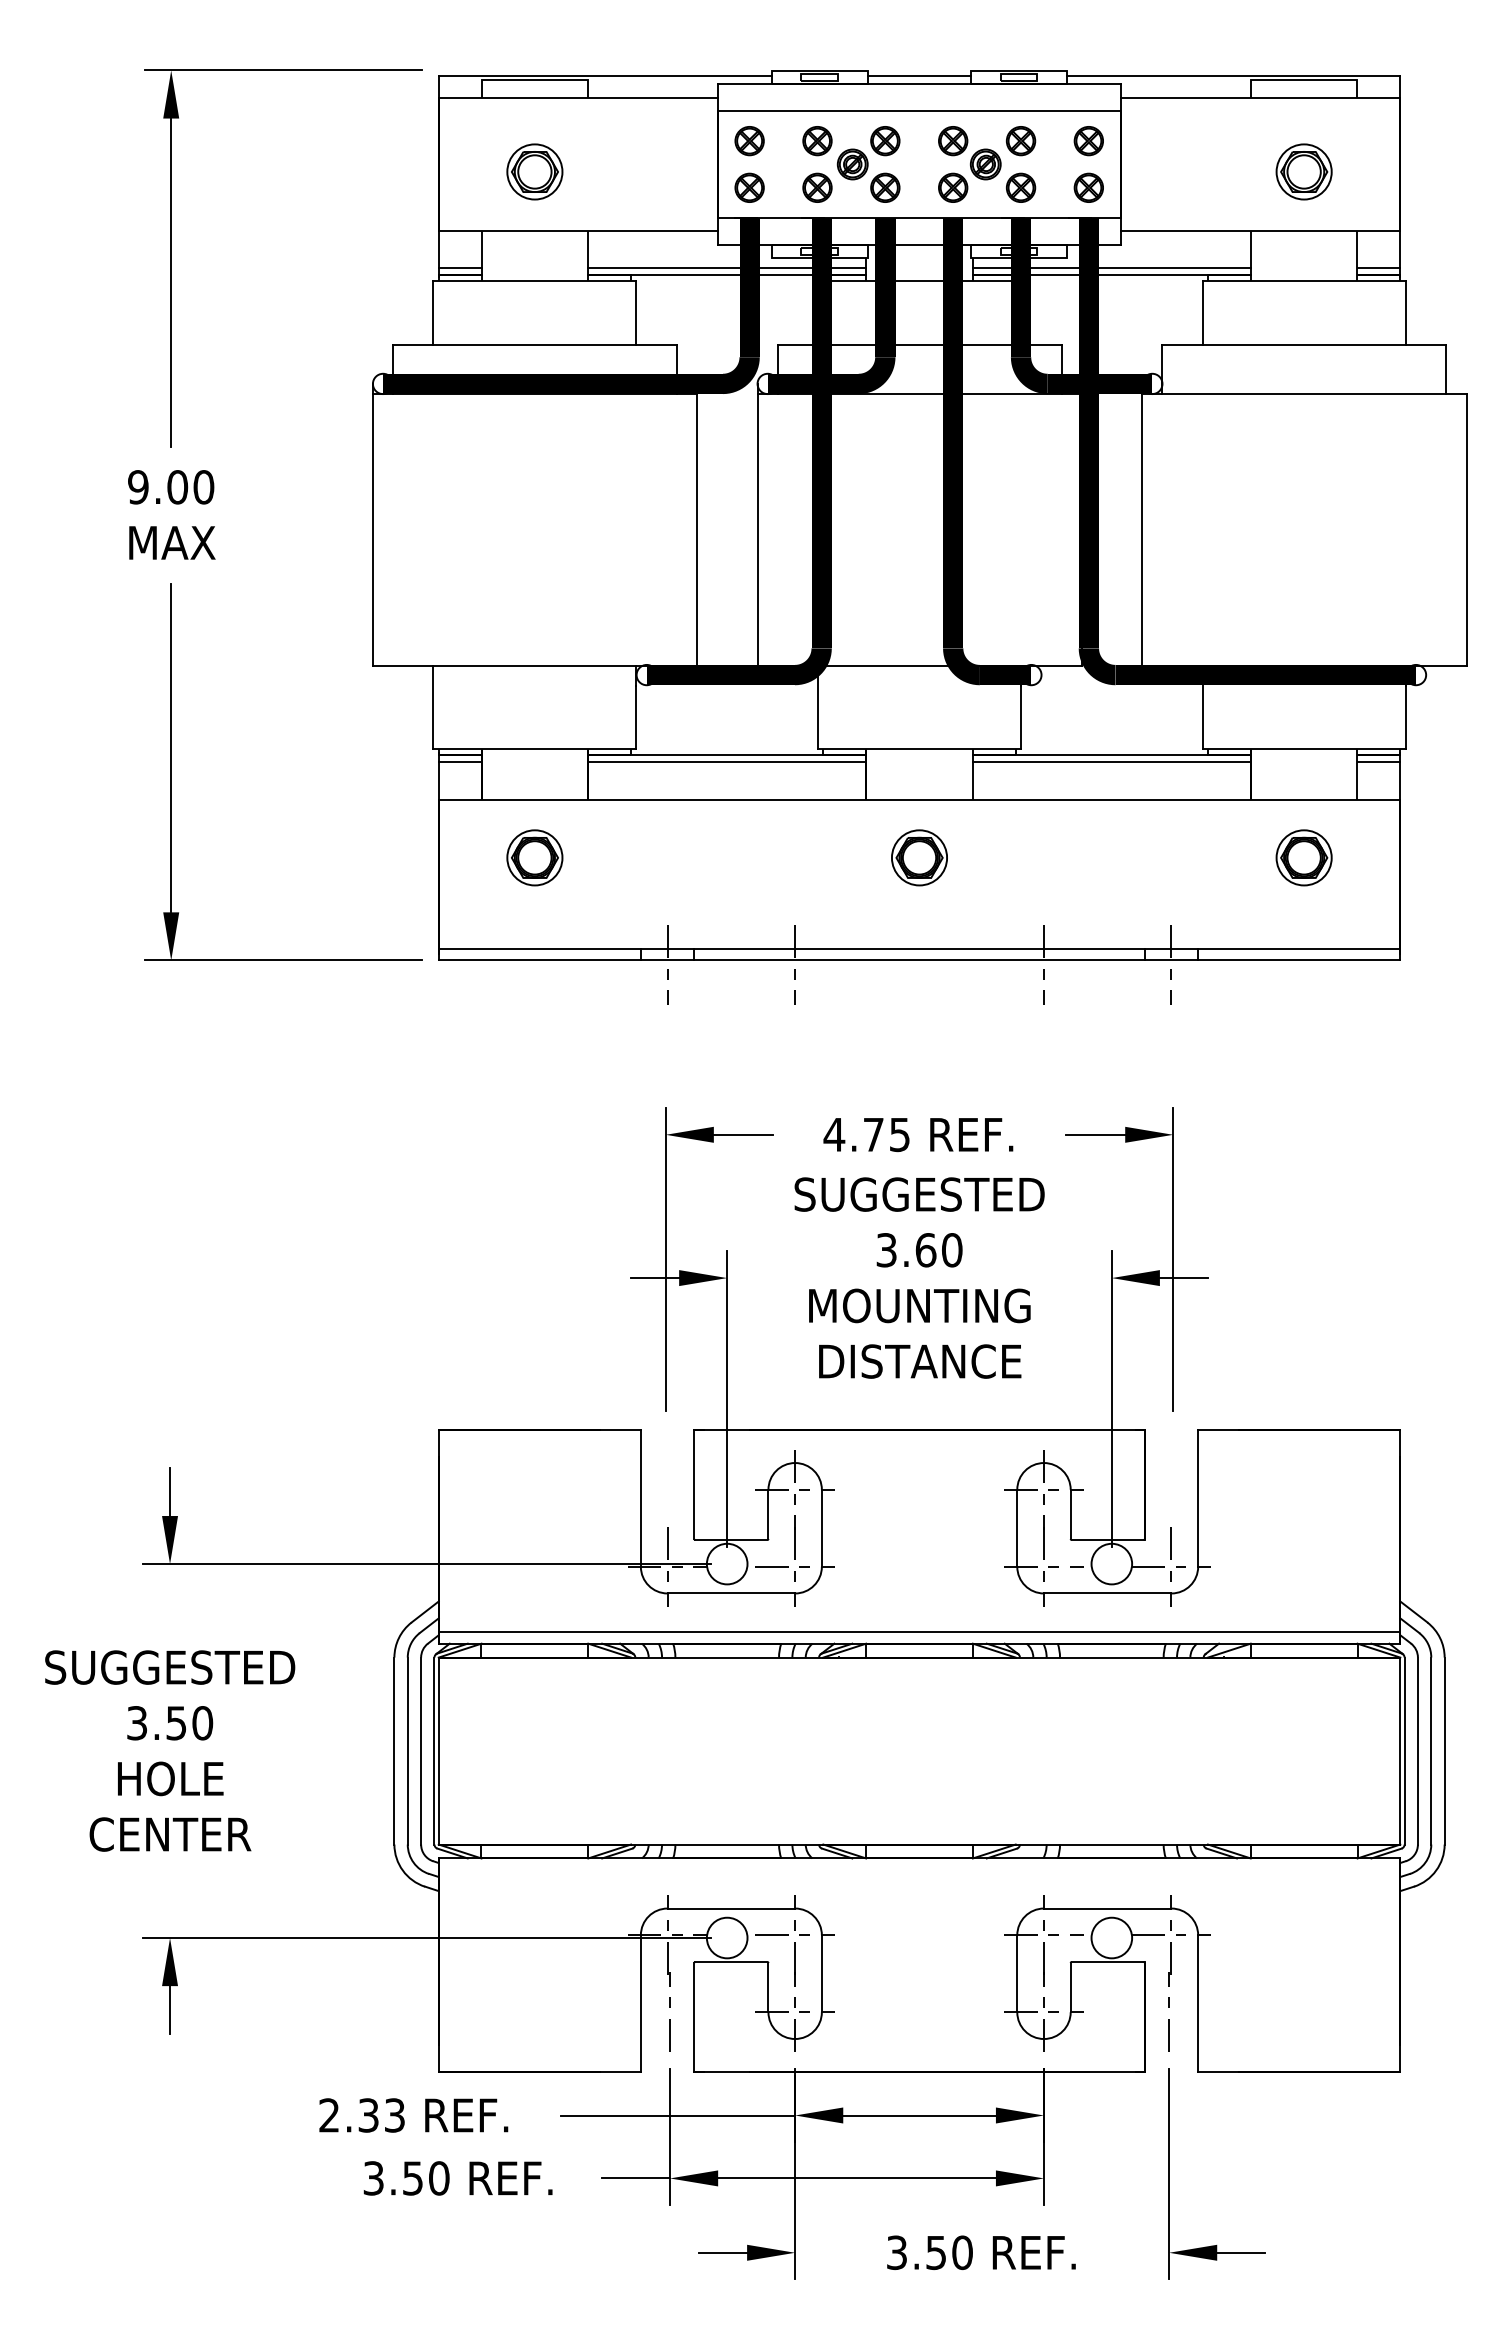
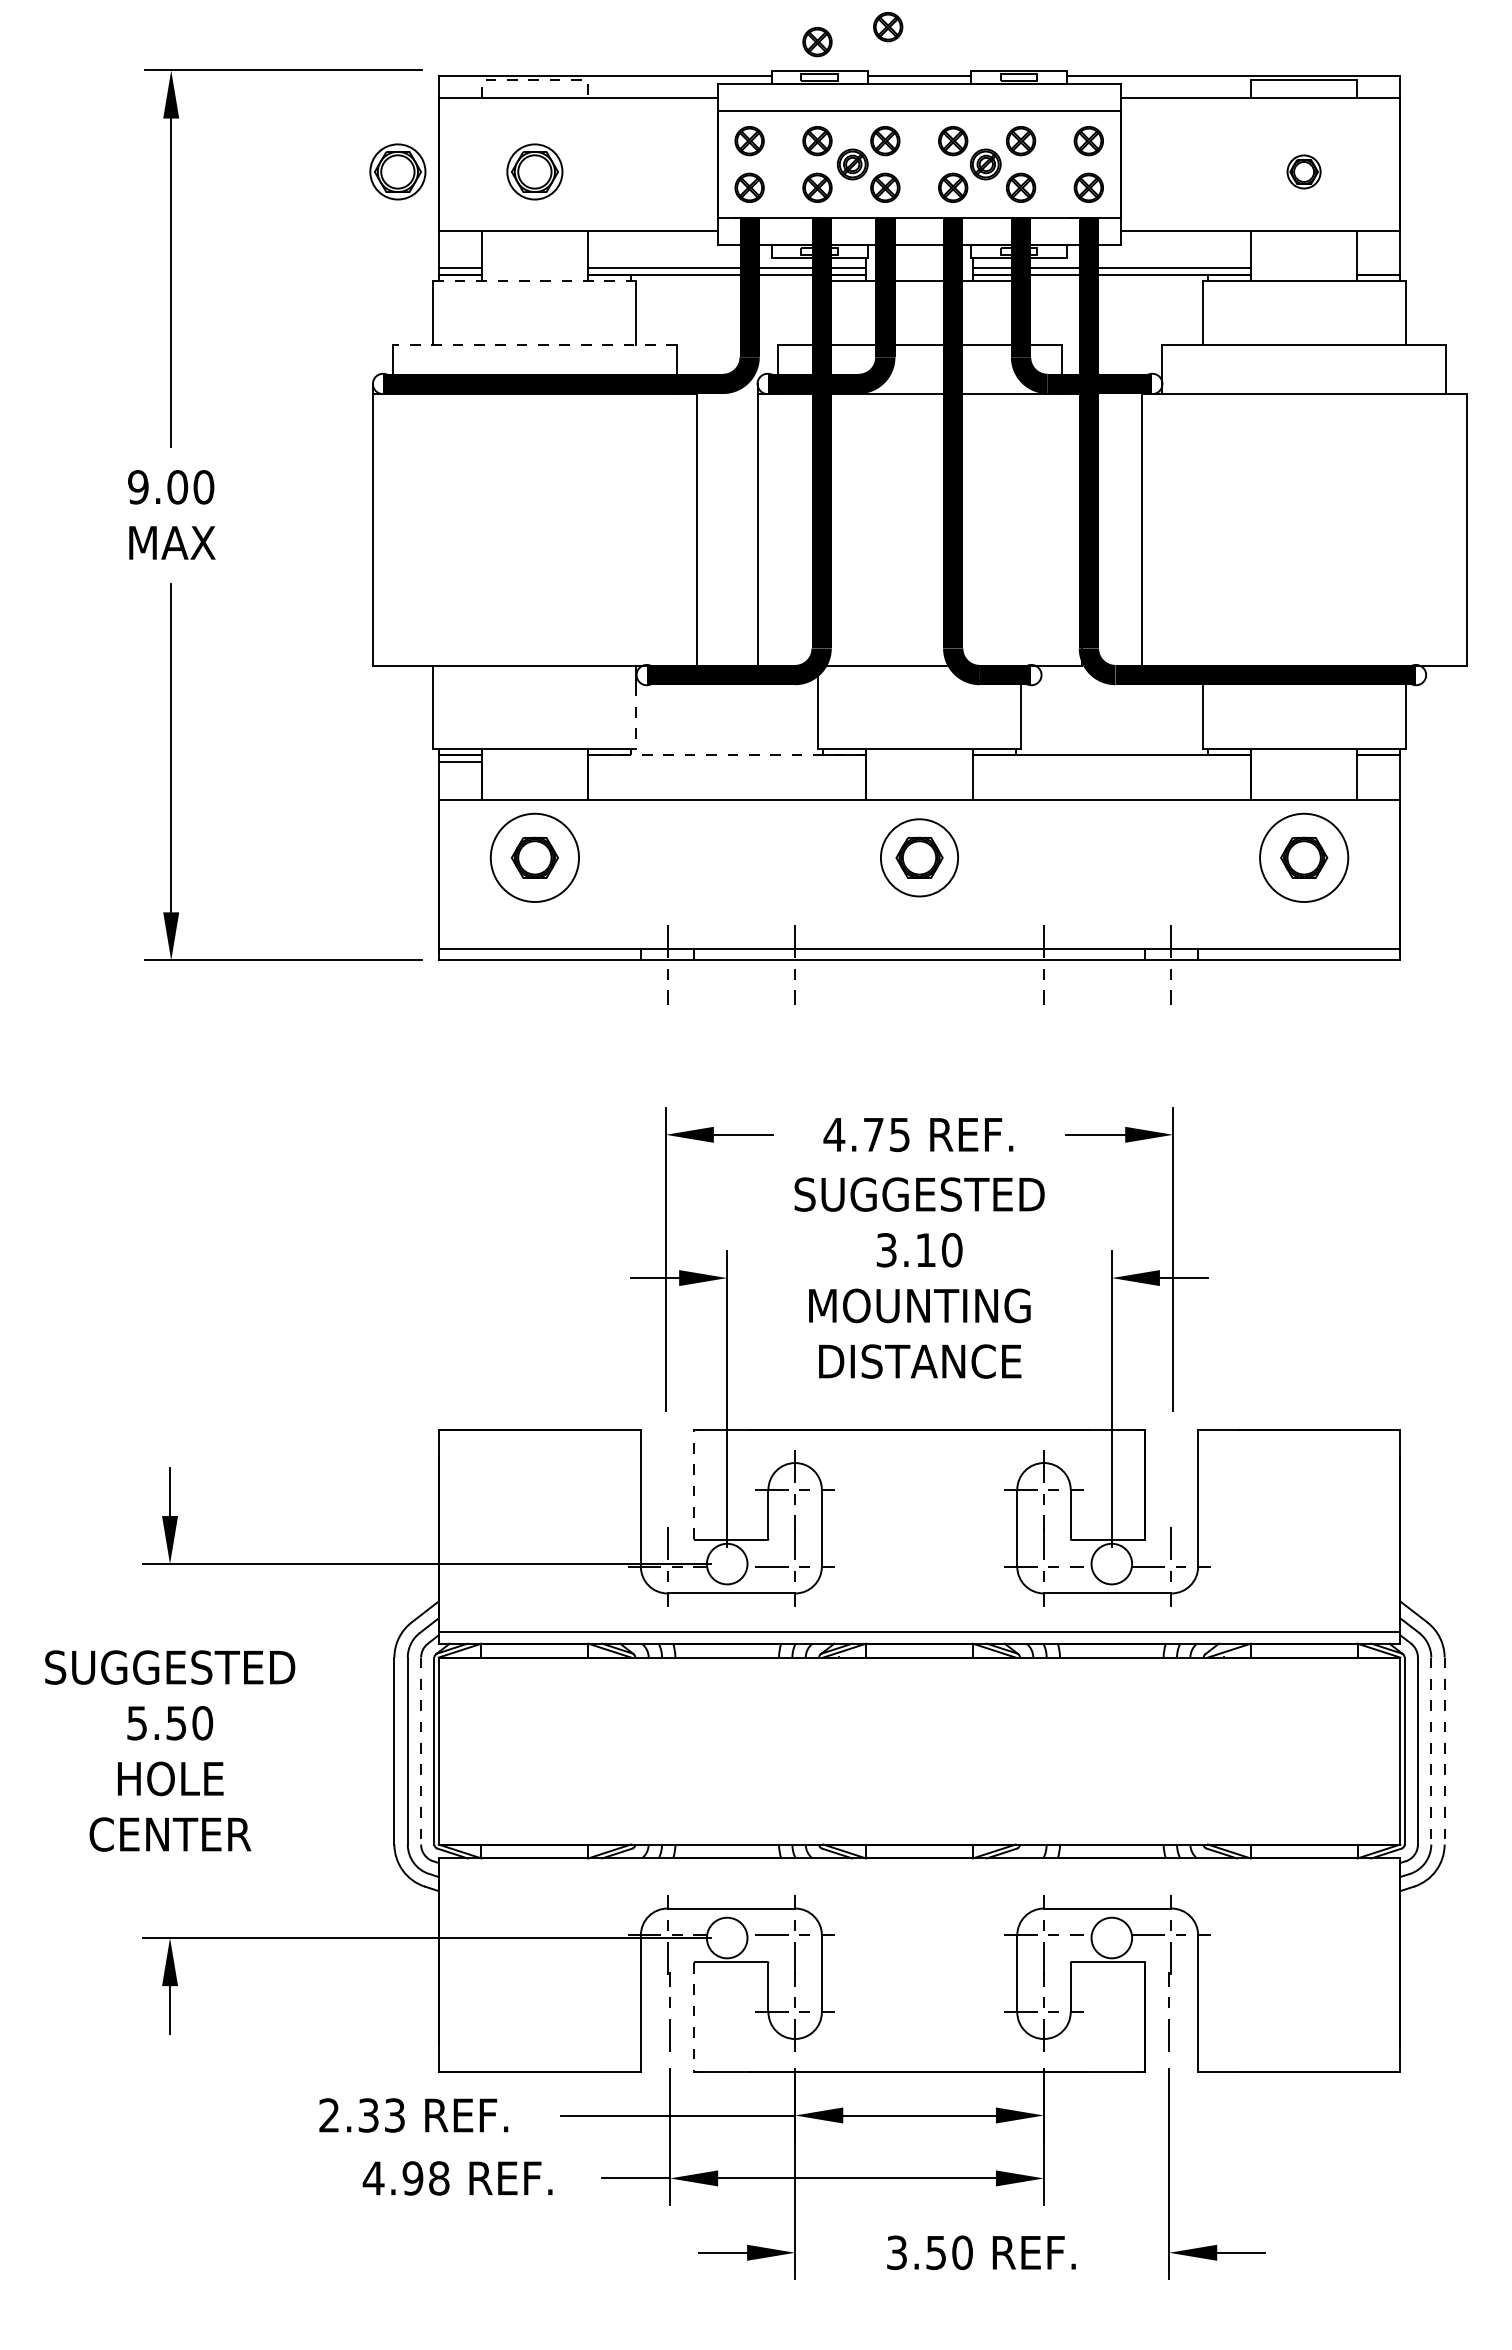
part at (888, 27): none -> present
part at (817, 42): none -> present
line at (535, 80): solid -> dashed
part at (397, 171): none -> present
part at (1303, 171) size: 58x58 px -> 36x36 px
line at (1378, 268): present -> none
line at (534, 281): solid -> dashed
line at (535, 345): solid -> dashed
line at (636, 717): solid -> dashed
line at (726, 755): solid -> dashed
line at (727, 761): present -> none
line at (1111, 761): present -> none
line at (1378, 761): present -> none
circle at (534, 857) diameter: 55 px -> 88 px
circle at (919, 857) diameter: 55 px -> 77 px
circle at (1303, 857) diameter: 55 px -> 88 px
text at (925, 1250): 3.60 -> 3.10
line at (694, 1484): solid -> dashed
text at (136, 1722): 3.50 -> 5.50
line at (421, 1751): solid -> dashed
line at (1431, 1751): solid -> dashed
line at (1444, 1751): solid -> dashed
line at (694, 2017): solid -> dashed
text at (405, 2178): 3.50 -> 4.98
